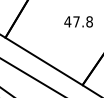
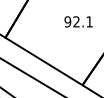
text at (78, 21): 47.8 -> 92.1
